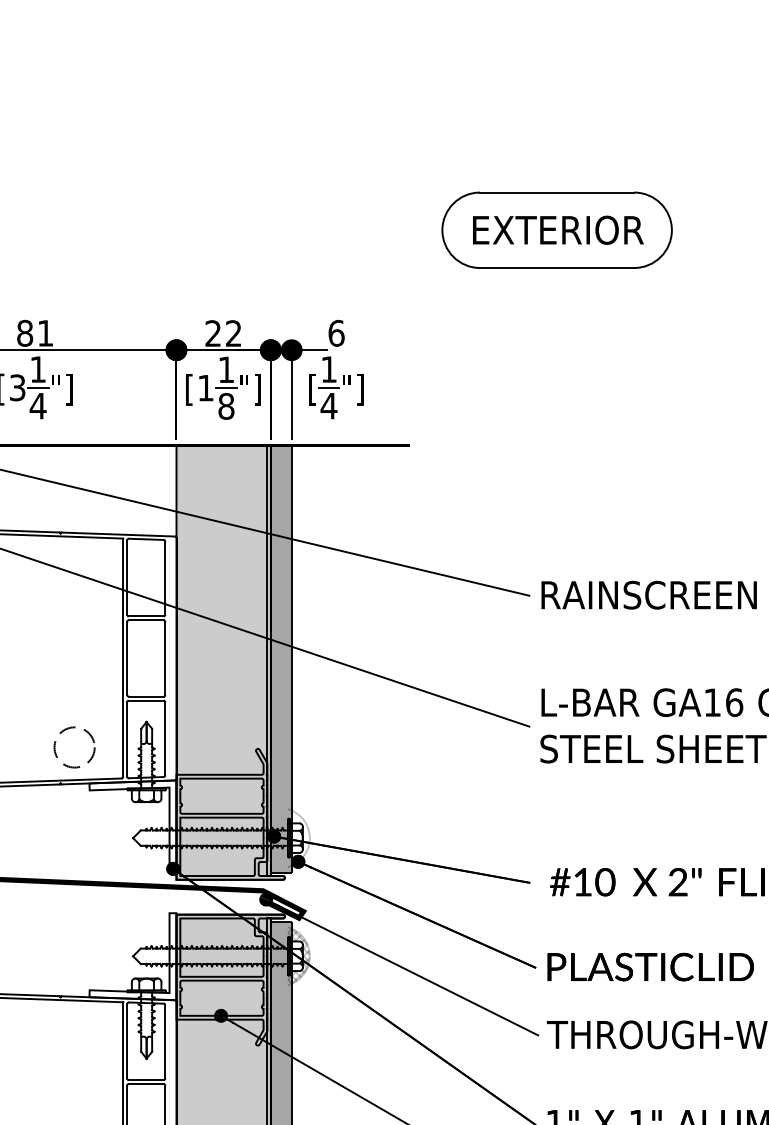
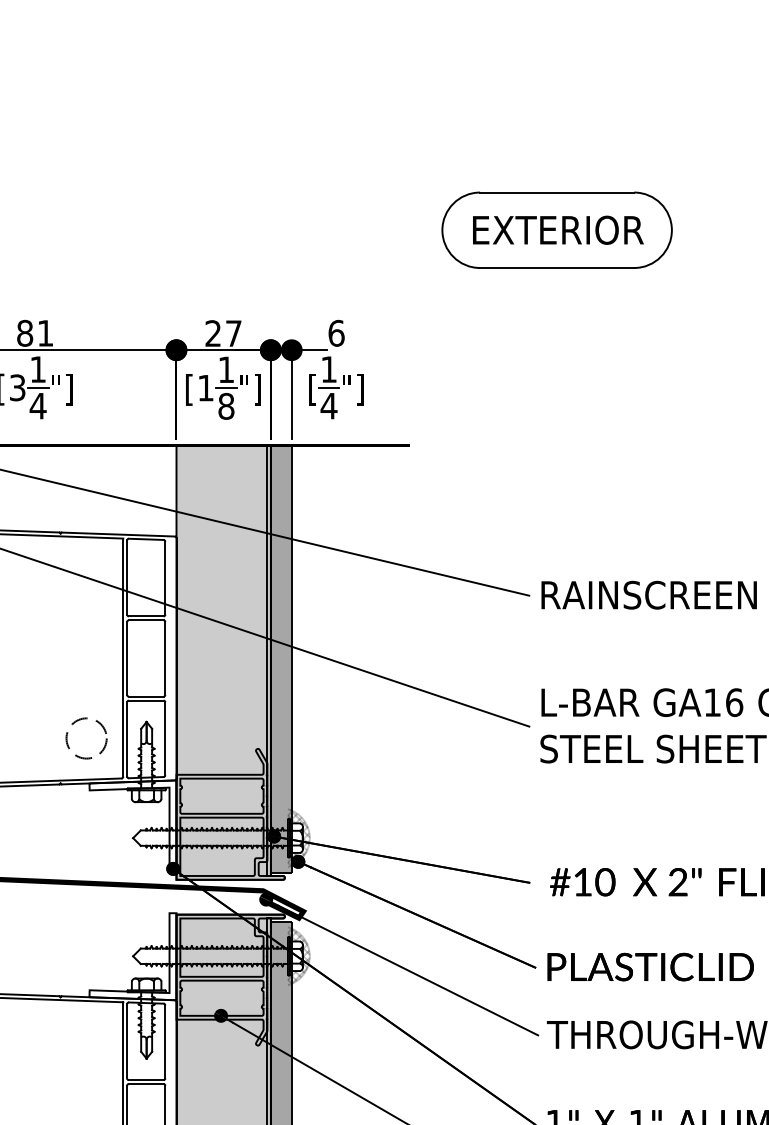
text at (233, 333): 22 -> 27
part at (56, 742) position: (56, 742) -> (68, 733)
hatch at (298, 837): none -> present
